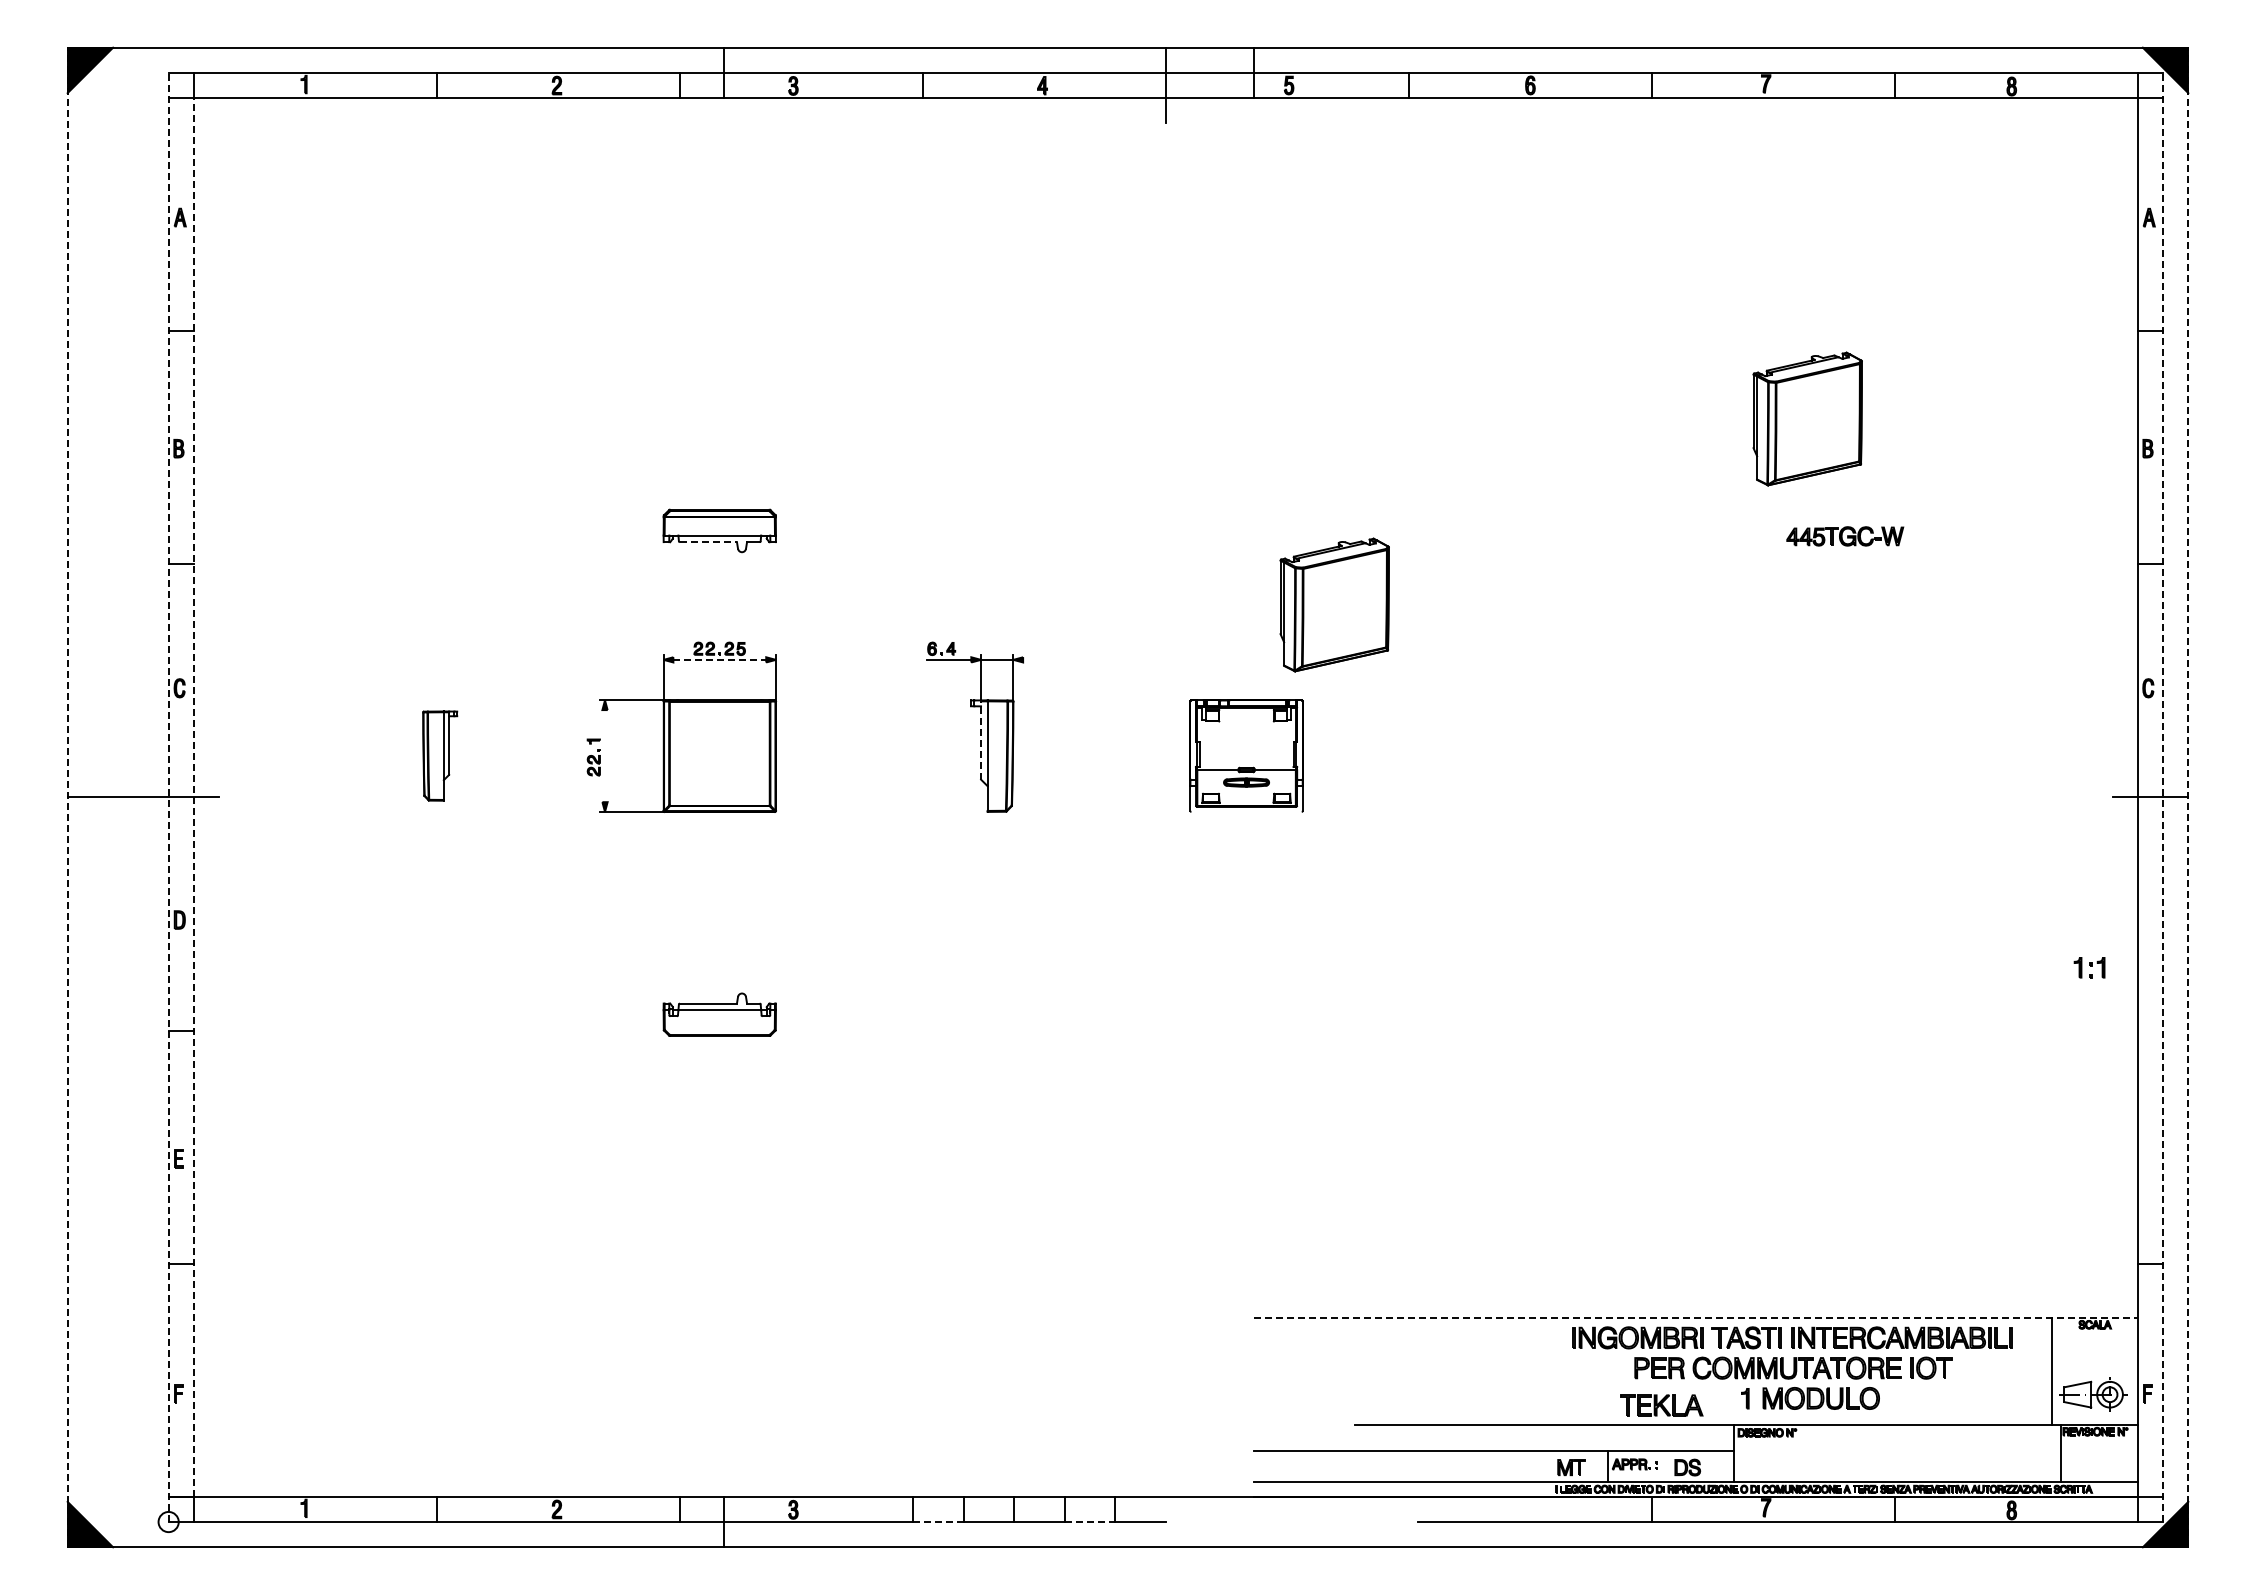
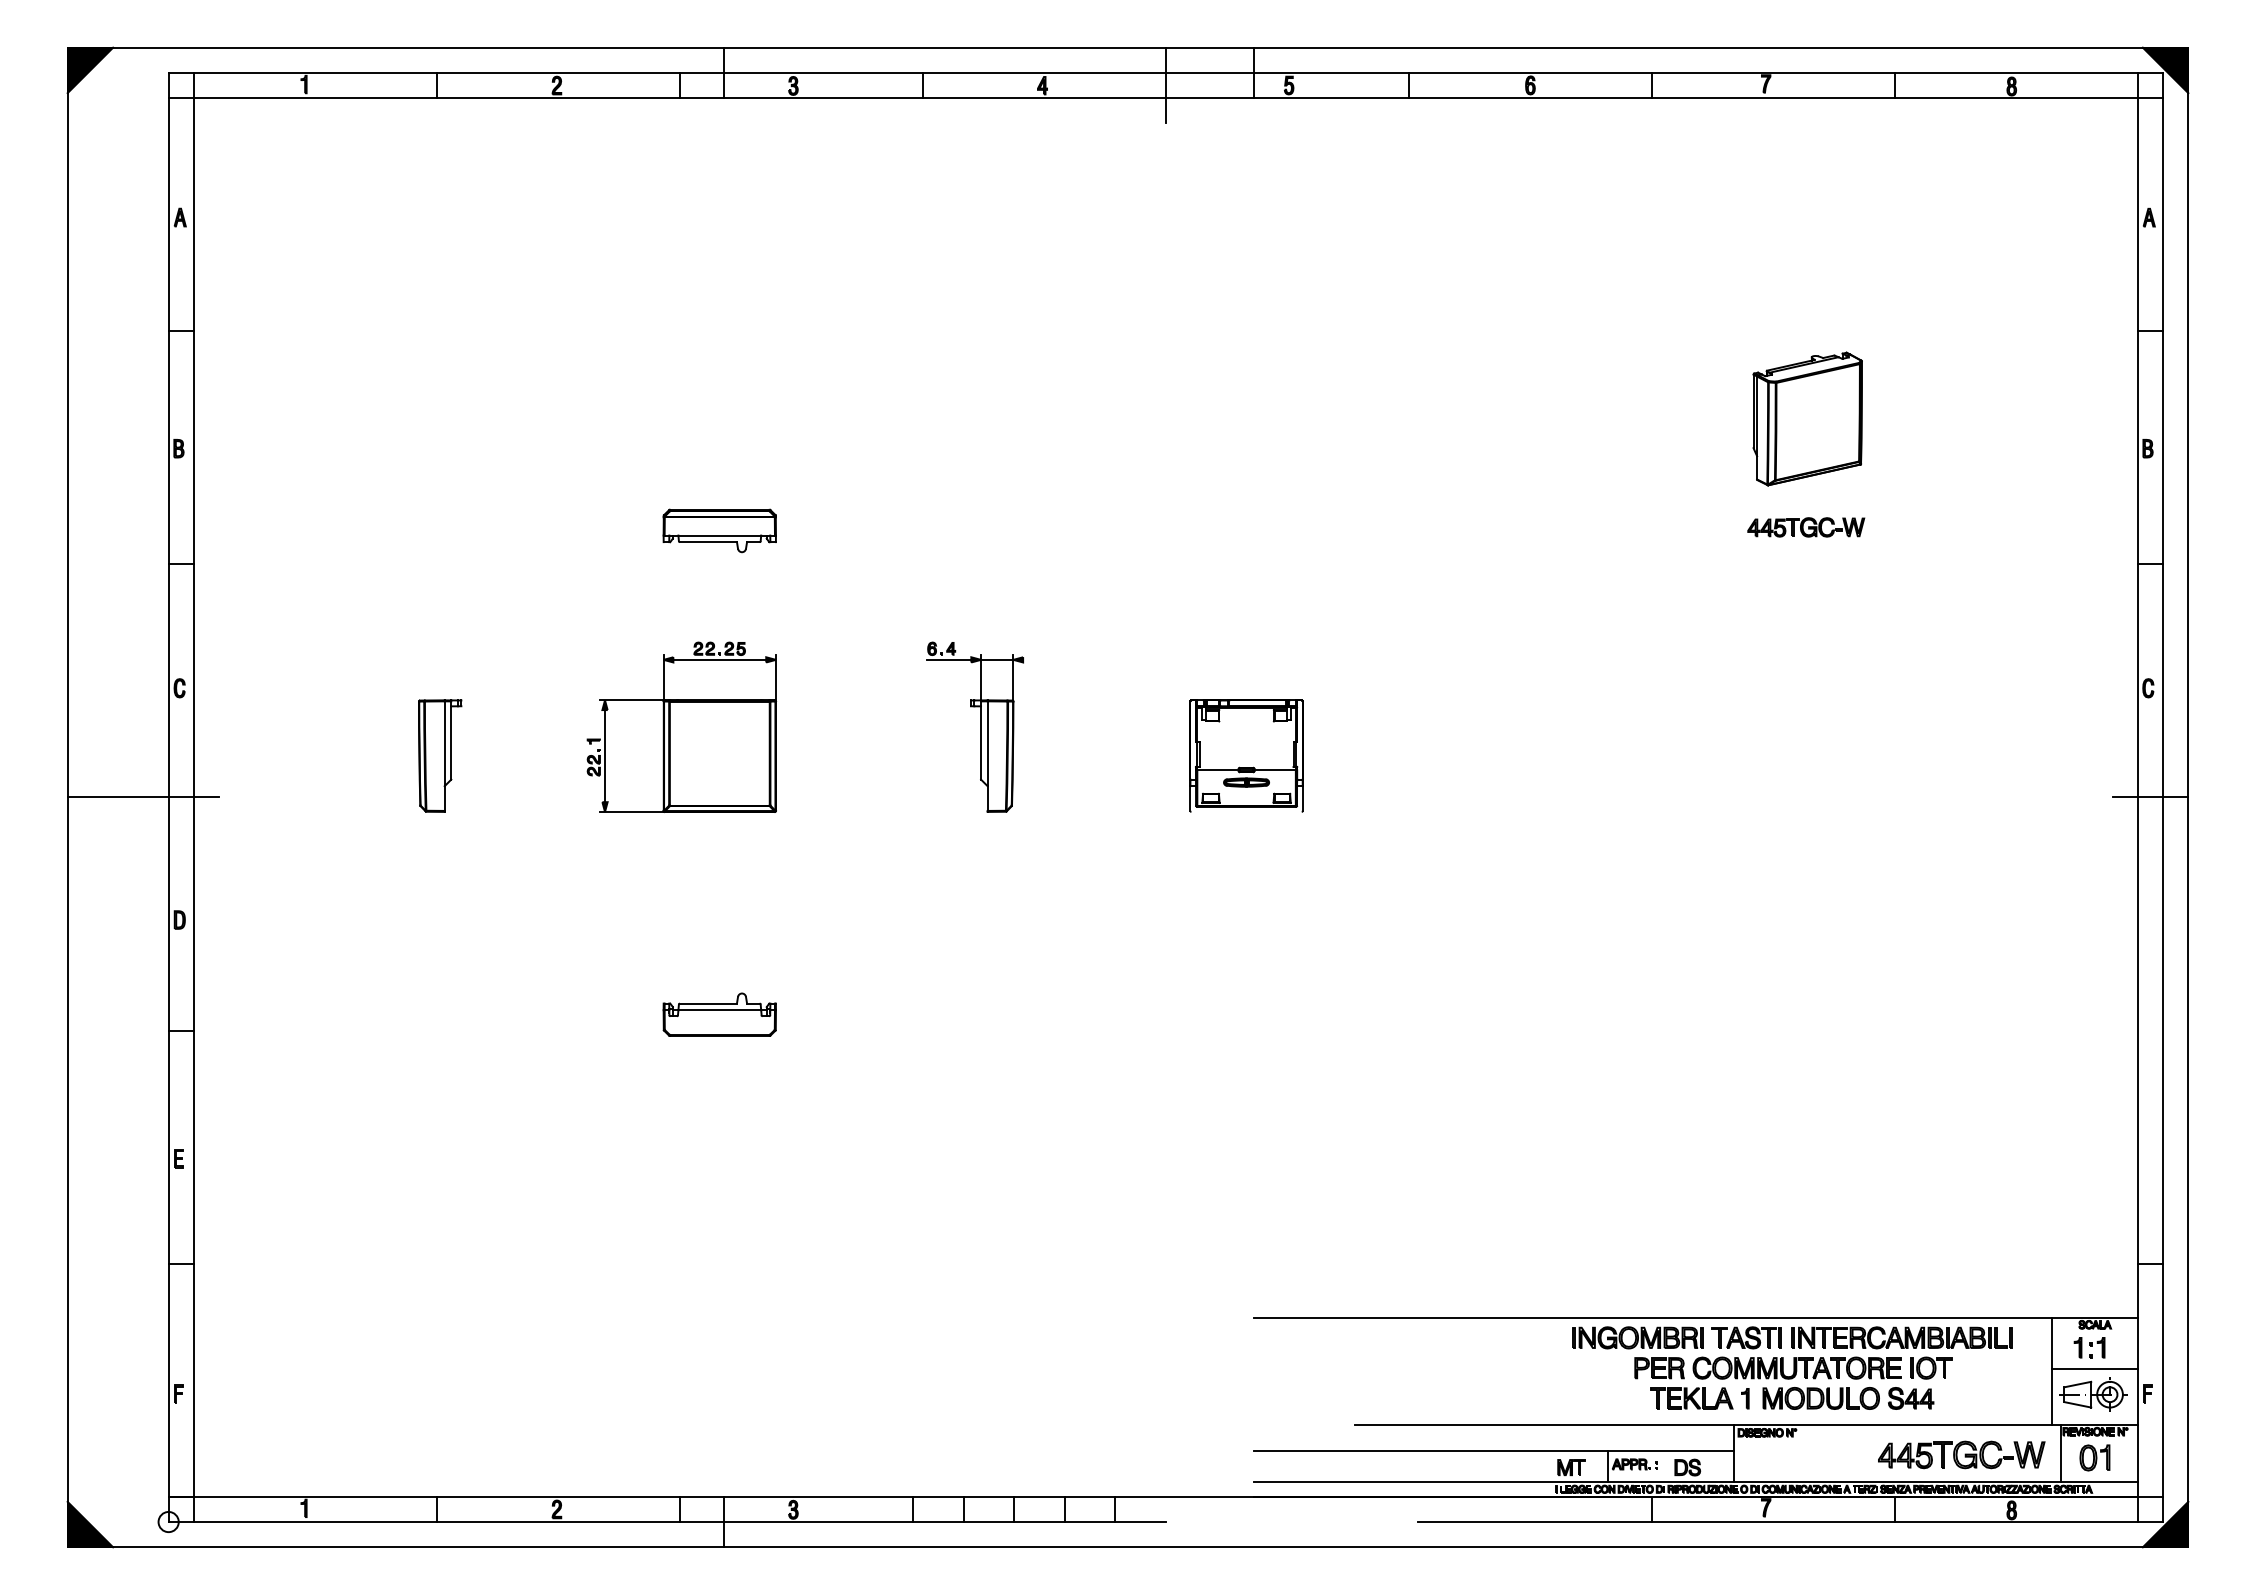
part at (1845, 536) position: (1845, 536) -> (1806, 527)
line at (708, 542): dashed -> solid
part at (1334, 604): present -> none
line at (720, 659): dashed -> solid
line at (981, 740): dashed -> solid
part at (440, 755) size: 37x92 px -> 45x114 px
line at (605, 756): none -> present
line at (67, 797): dashed -> solid
line at (168, 797): dashed -> solid
line at (193, 797): dashed -> solid
line at (2163, 797): dashed -> solid
line at (2188, 797): dashed -> solid
part at (2089, 967) position: (2089, 967) -> (2089, 1347)
line at (1696, 1317): dashed -> solid
line at (2094, 1368): none -> present
part at (1911, 1398): none -> present
part at (1661, 1405) position: (1661, 1405) -> (1691, 1398)
part at (1961, 1454): none -> present
part at (2094, 1457): none -> present
line at (939, 1522): dashed -> solid
line at (1090, 1522): dashed -> solid
